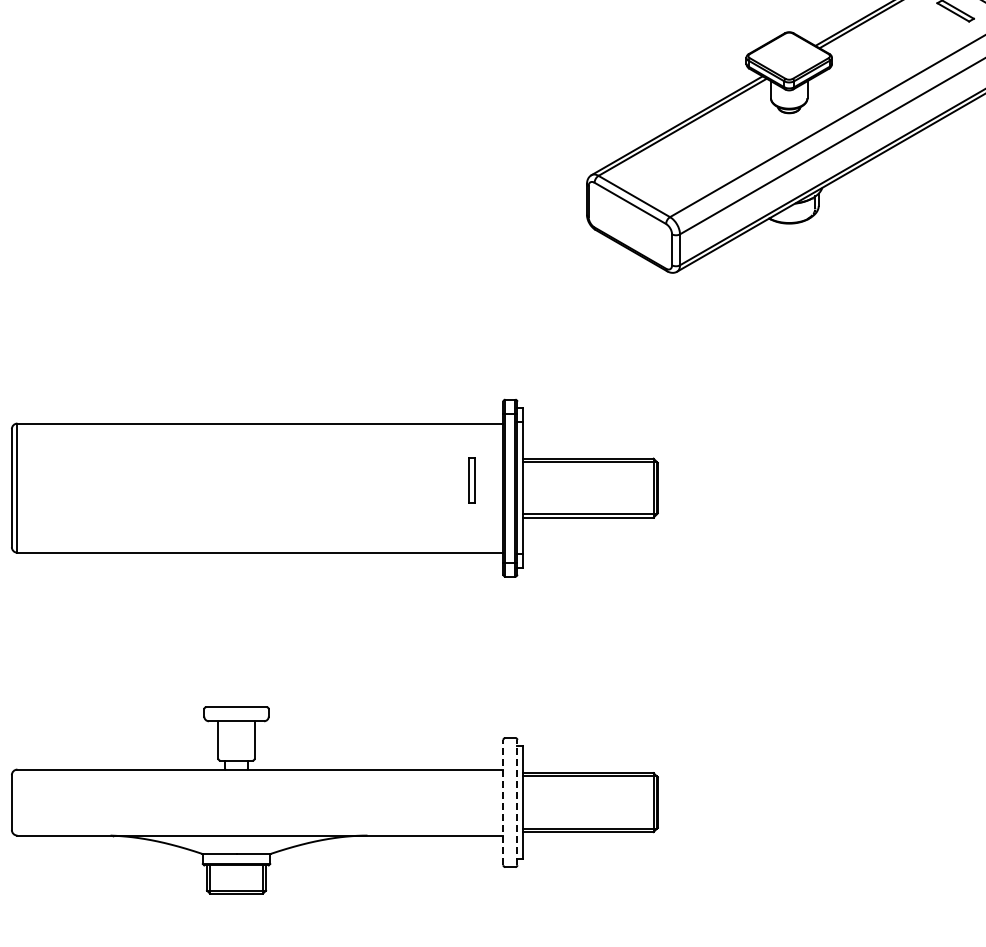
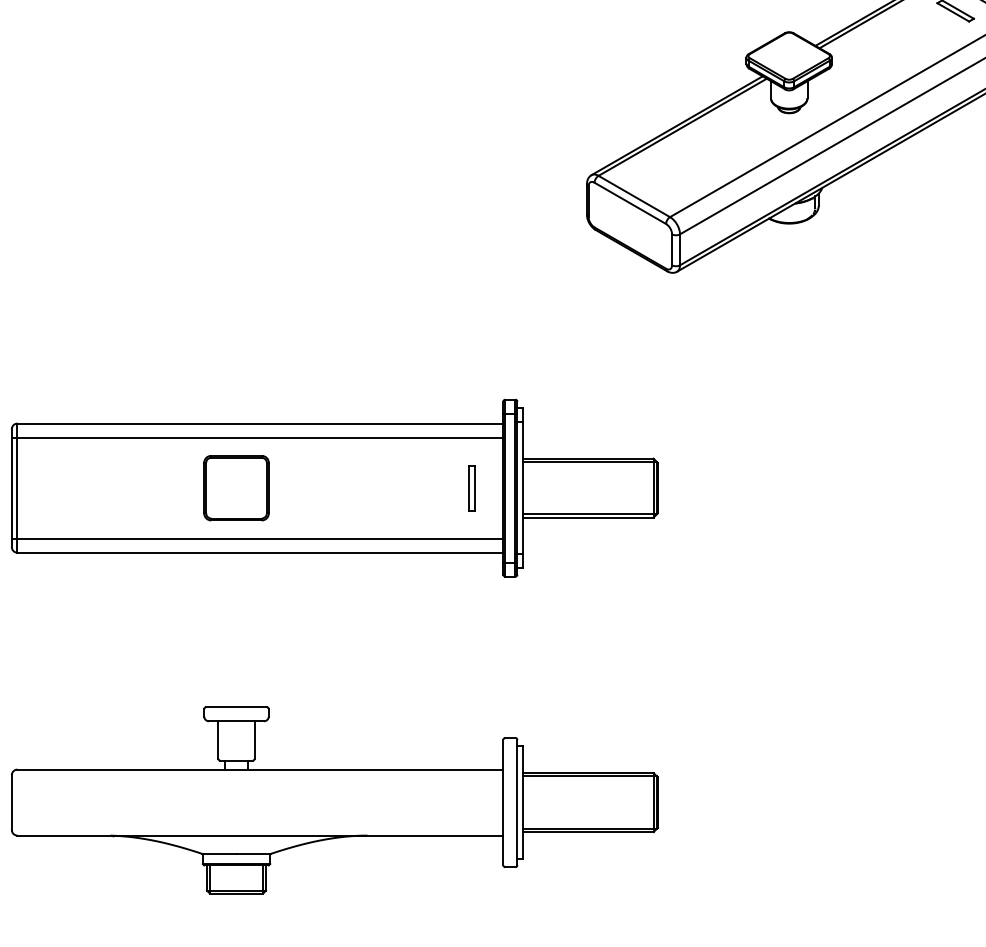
line at (257, 437): none -> present
part at (471, 480) position: (471, 480) -> (471, 488)
part at (236, 488): none -> present
line at (257, 538): none -> present
line at (503, 802): dashed -> solid
line at (517, 802): dashed -> solid
